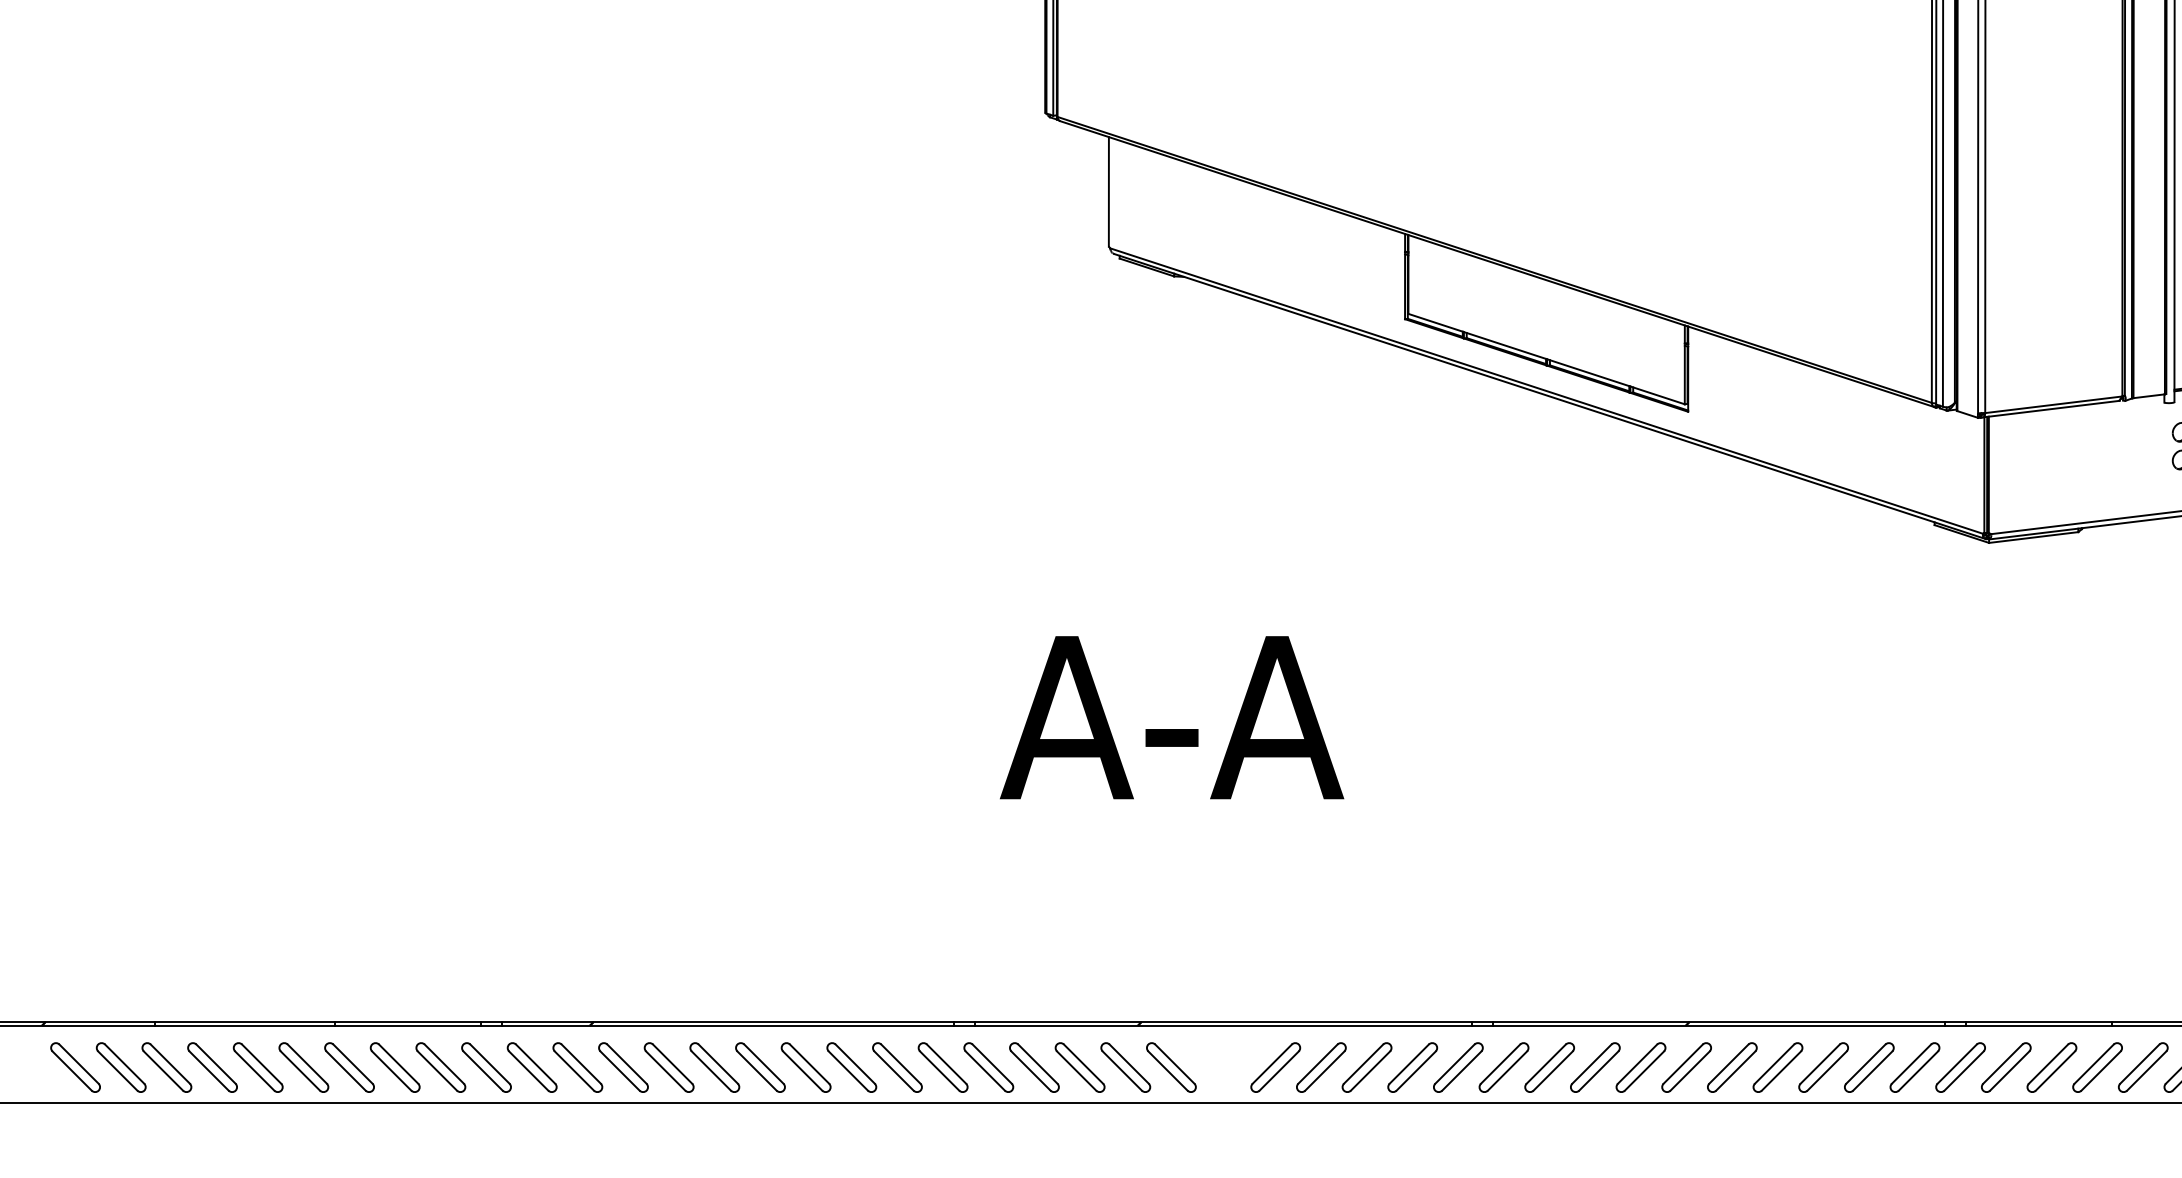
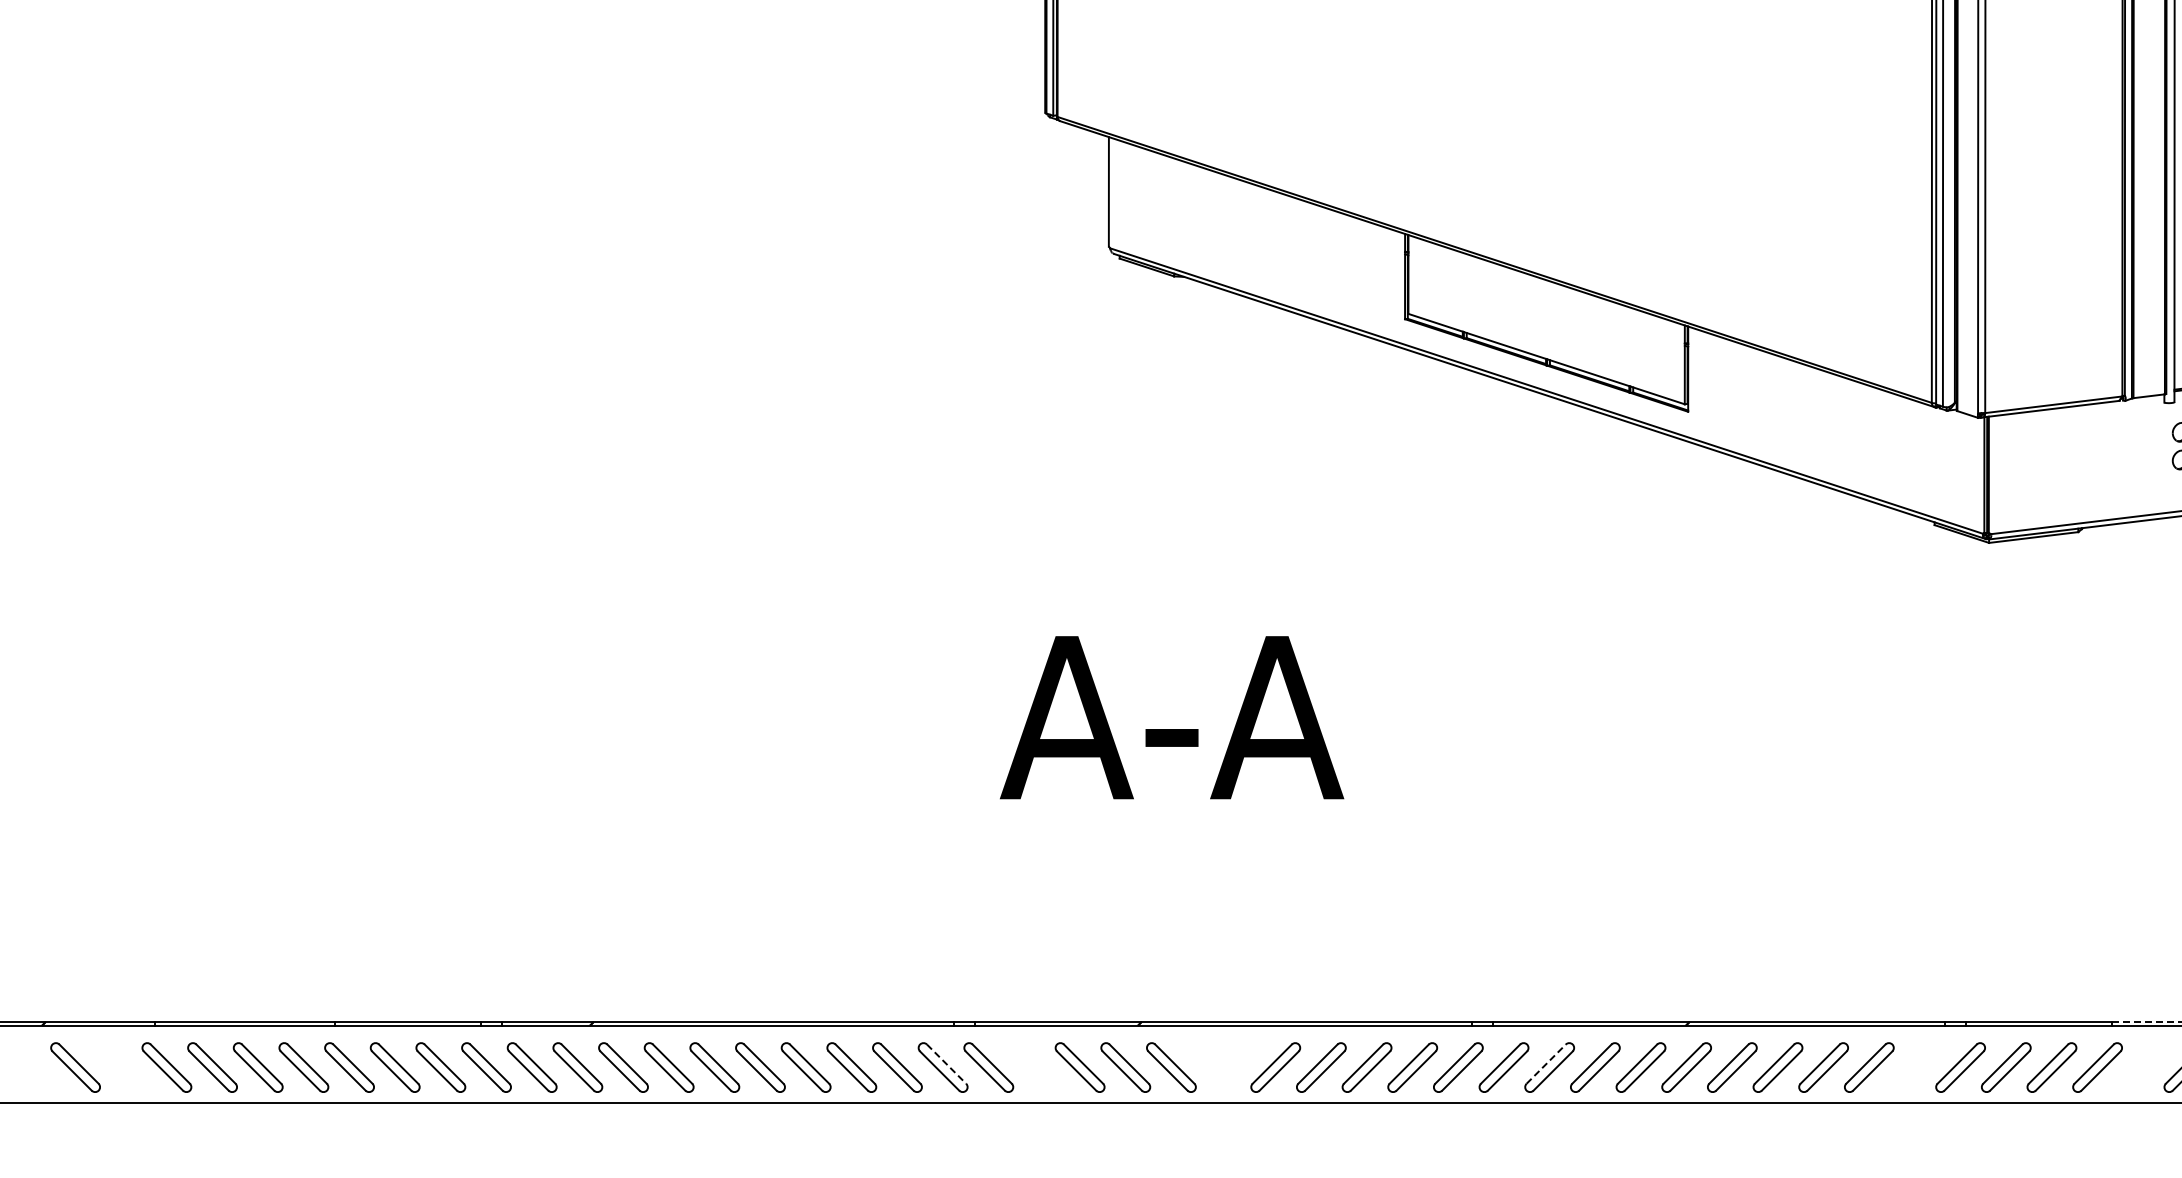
line at (2147, 1021): solid -> dashed
line at (946, 1064): solid -> dashed
line at (1546, 1064): solid -> dashed
part at (120, 1067): present -> none
part at (1034, 1067): present -> none
part at (1914, 1067): present -> none
part at (2143, 1067): present -> none
